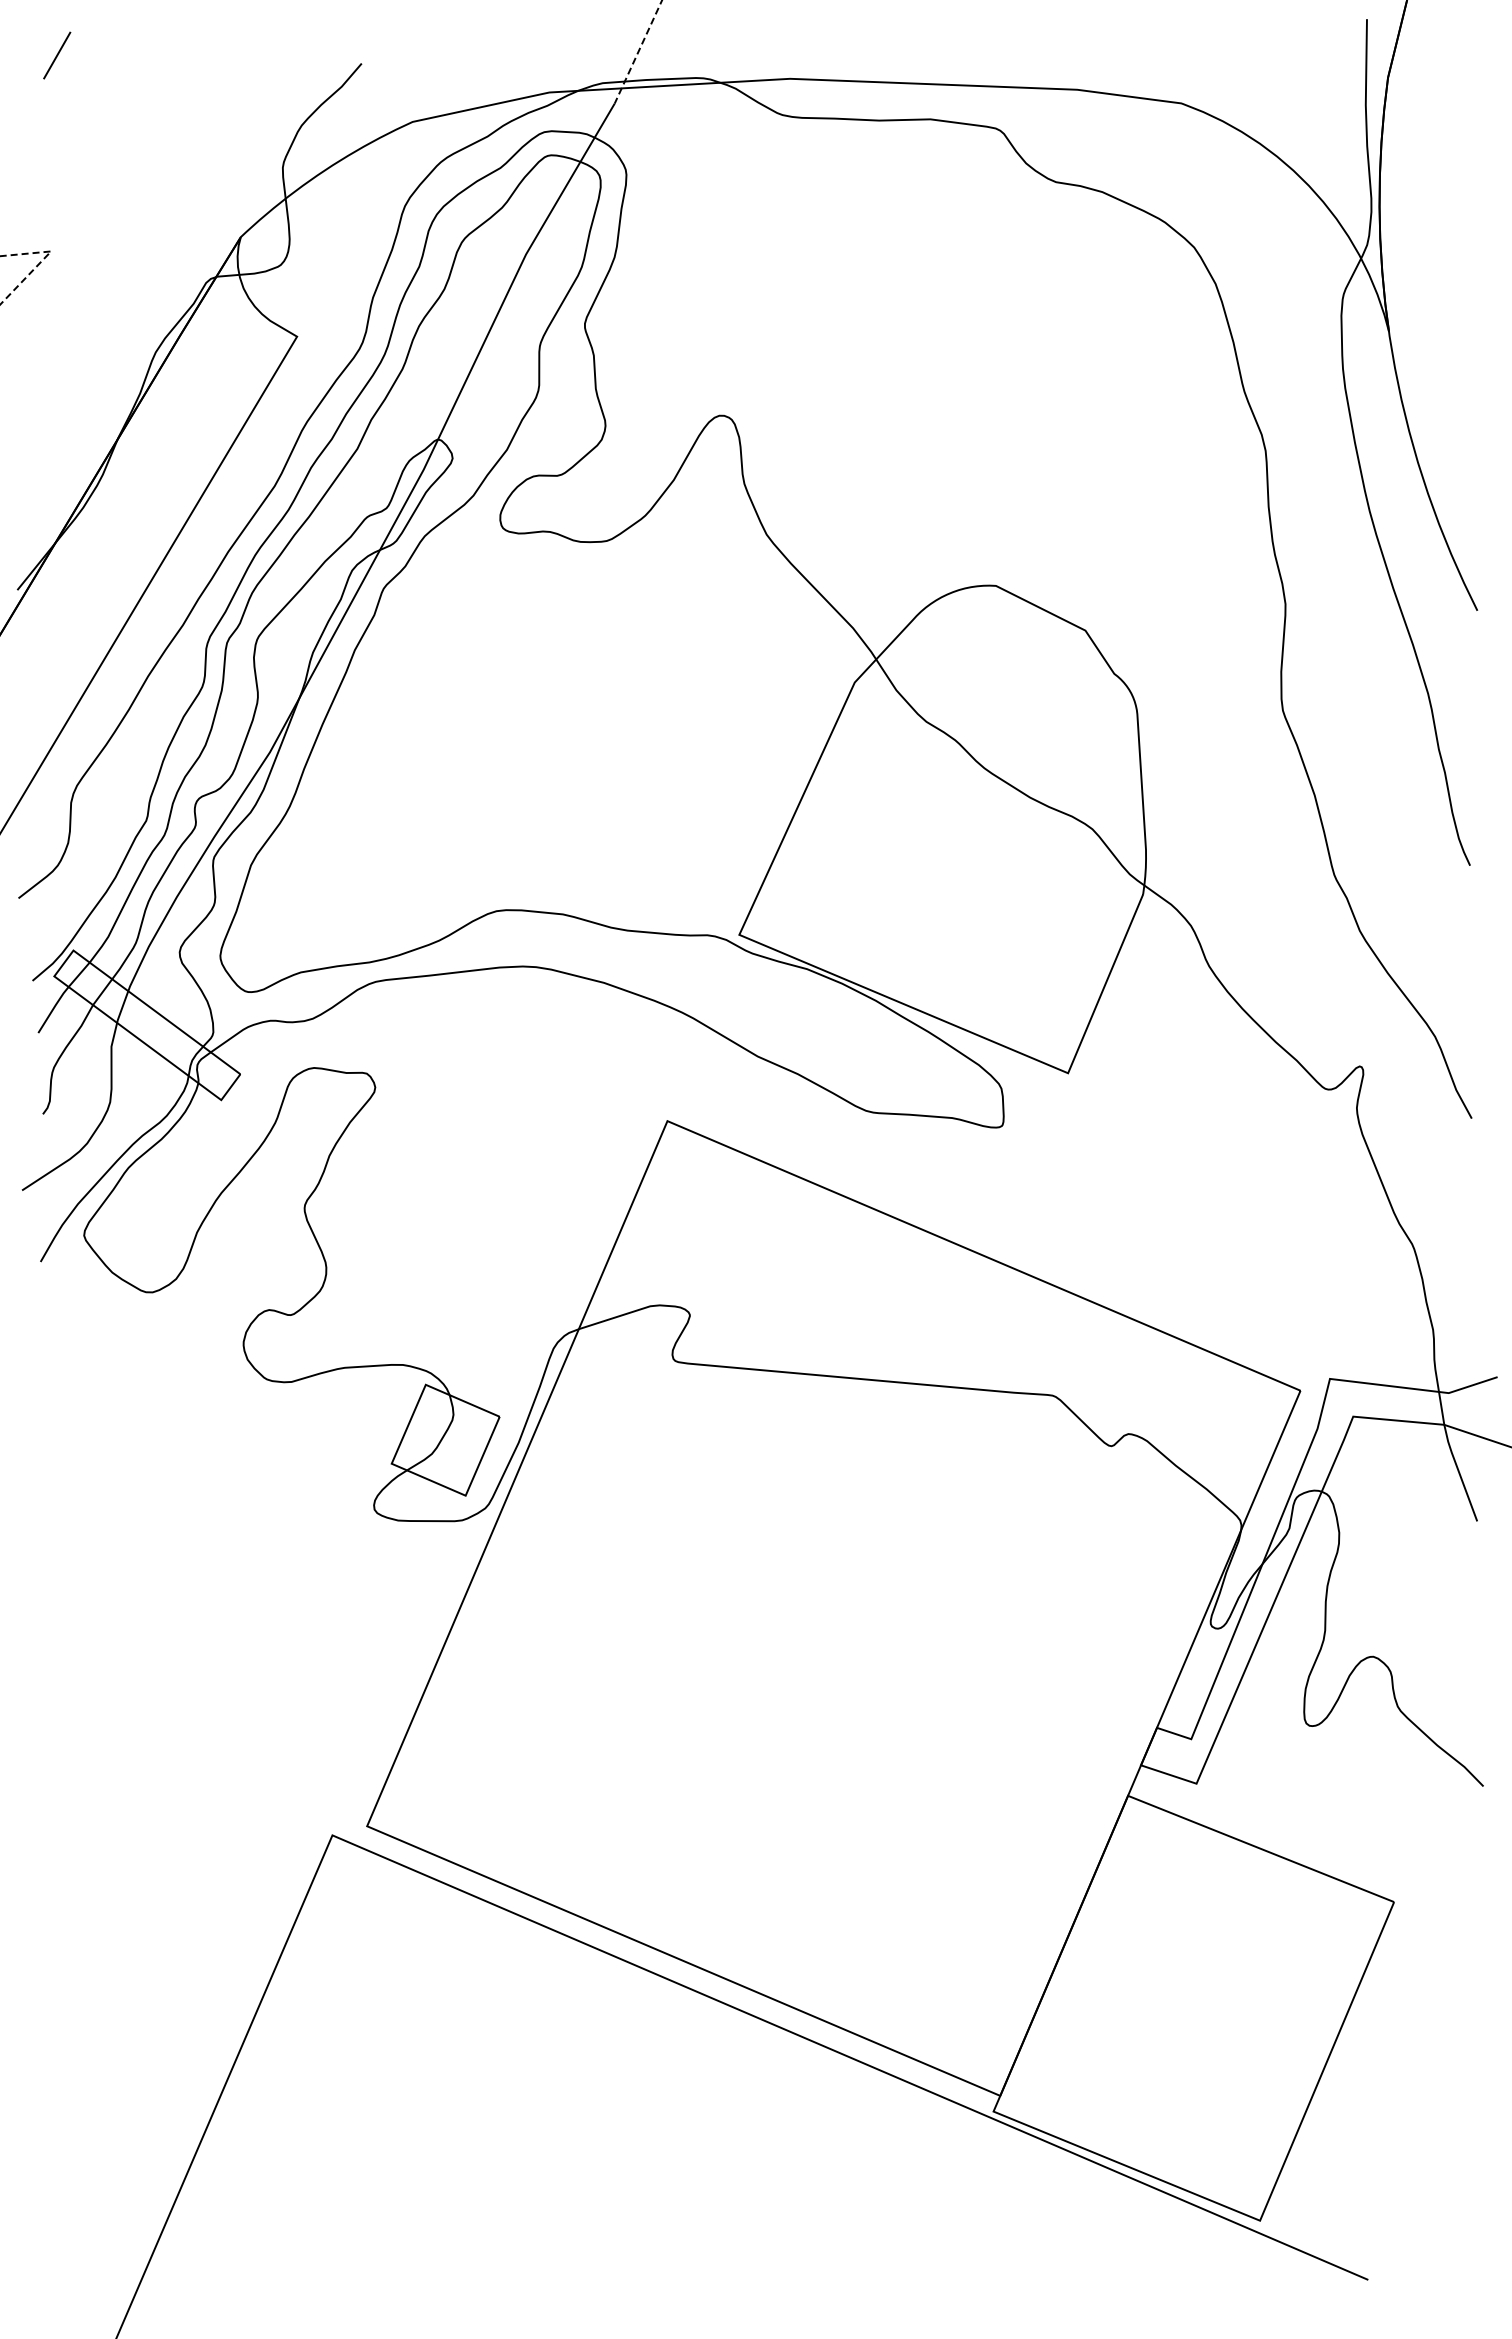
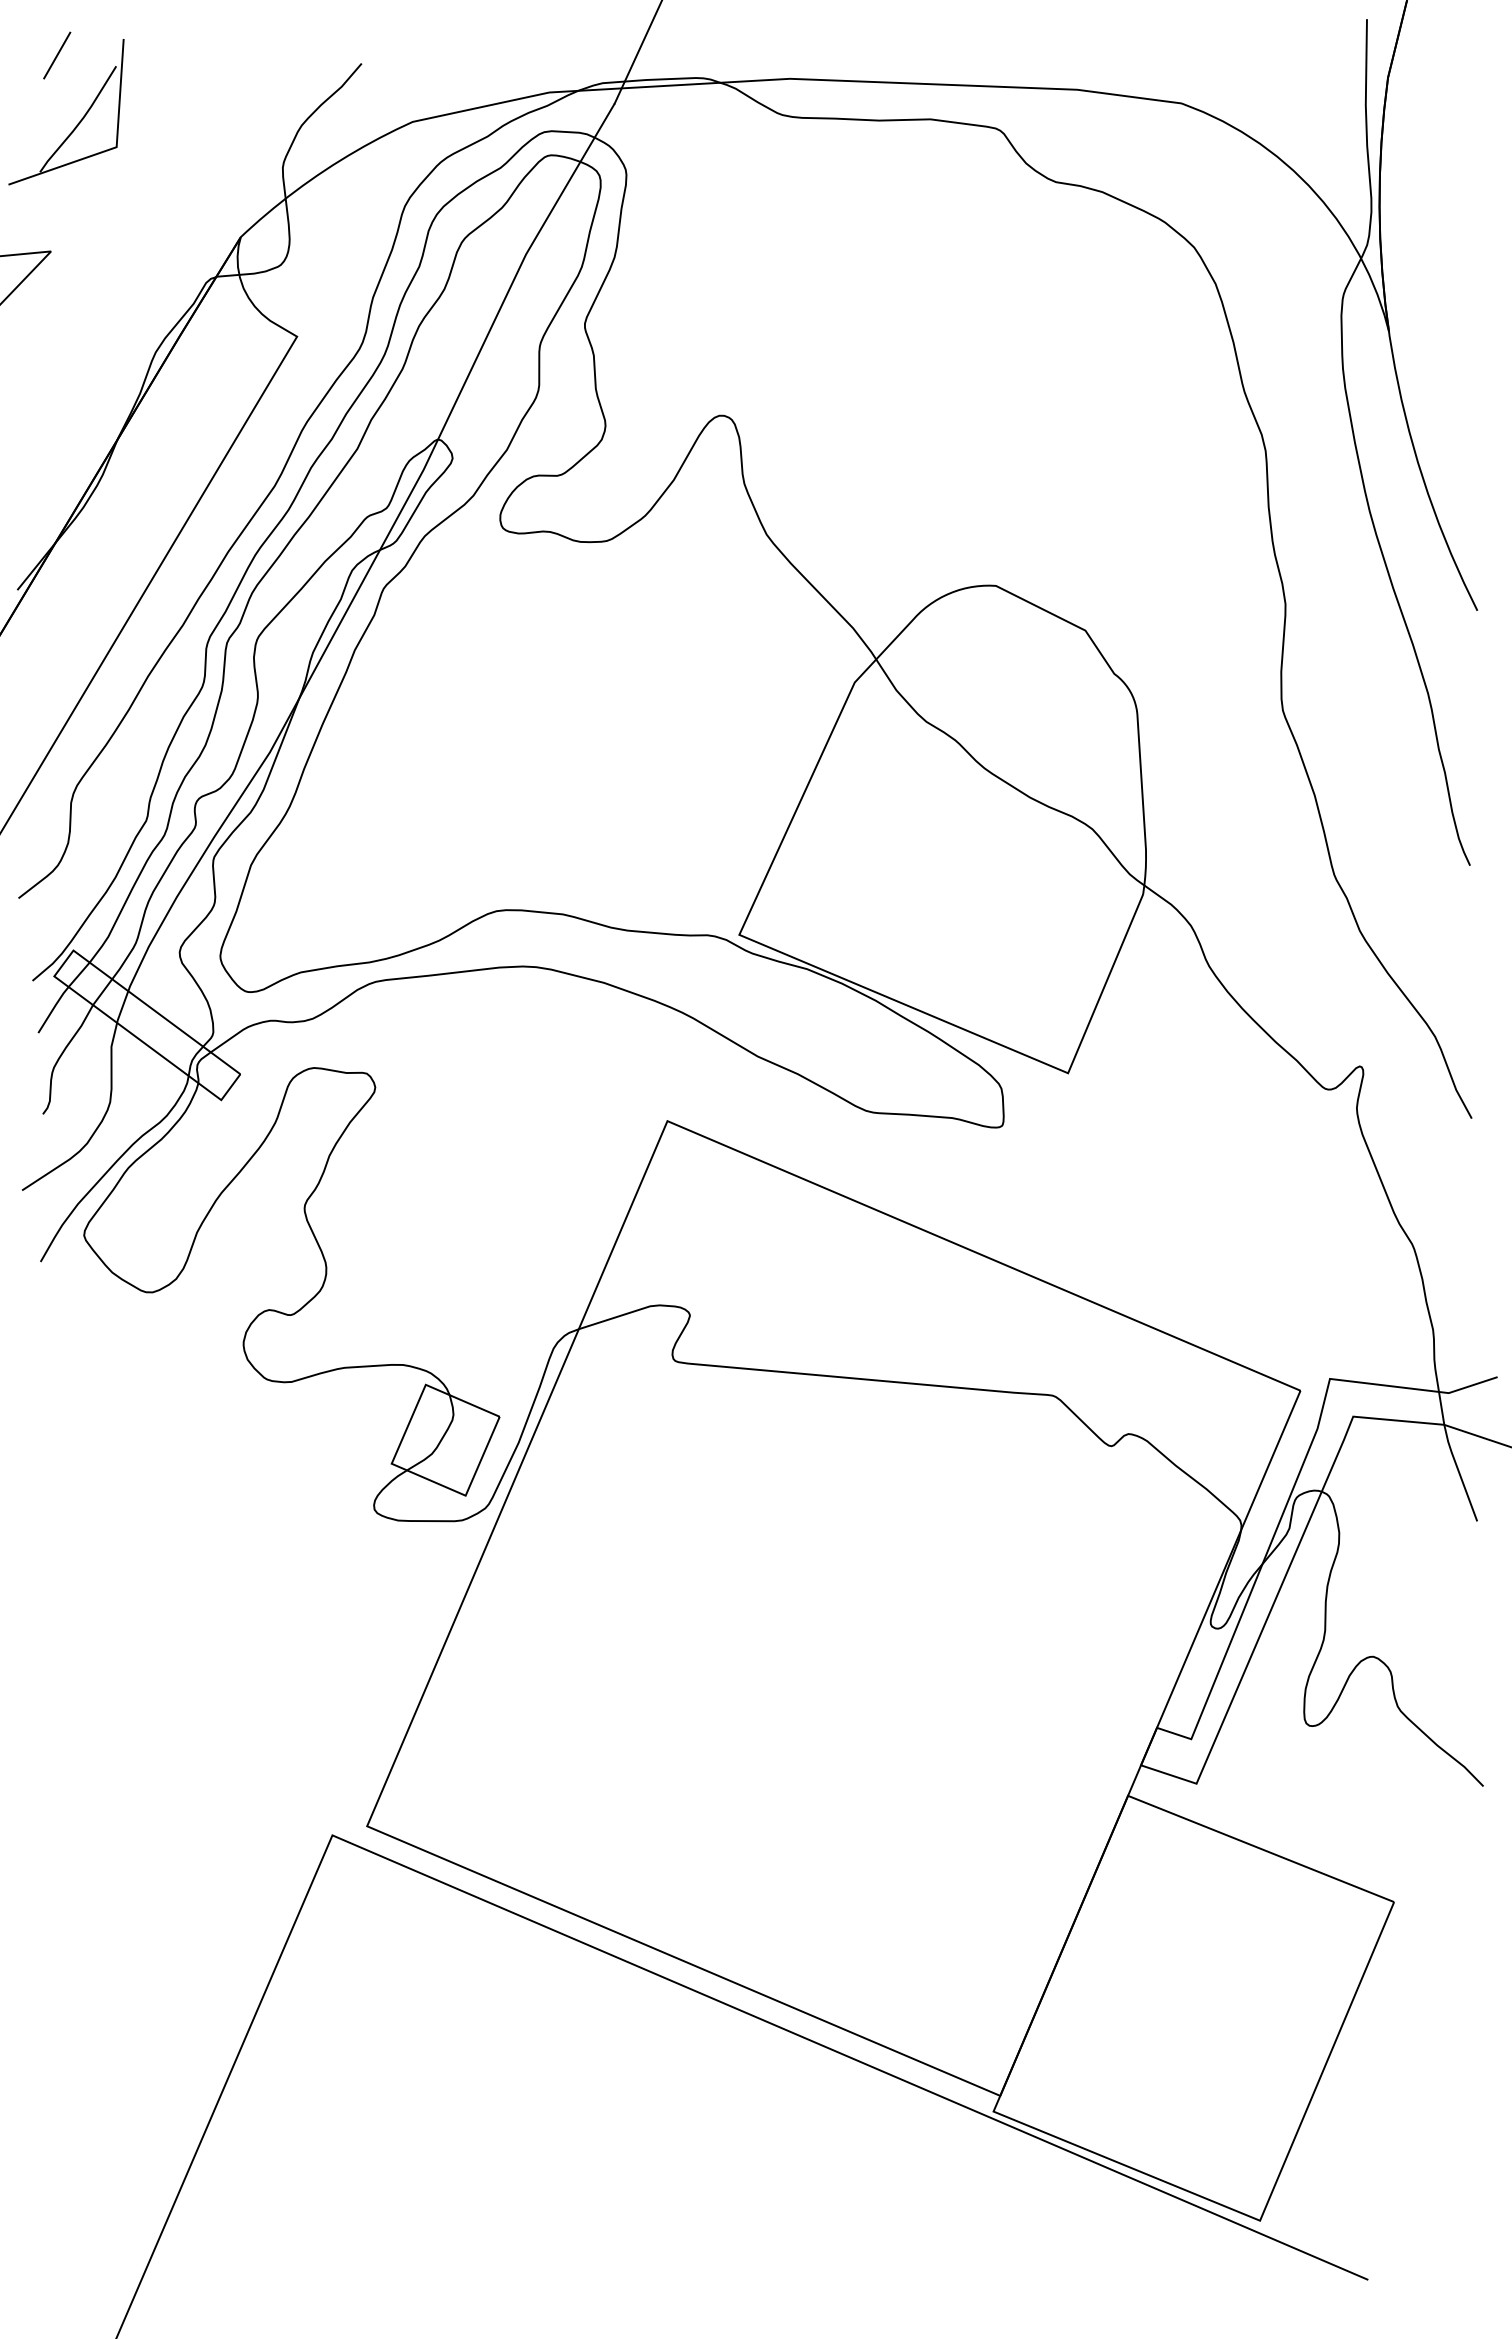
line at (638, 52): dashed -> solid
part at (77, 123): none -> present
line at (43, 259): dashed -> solid
